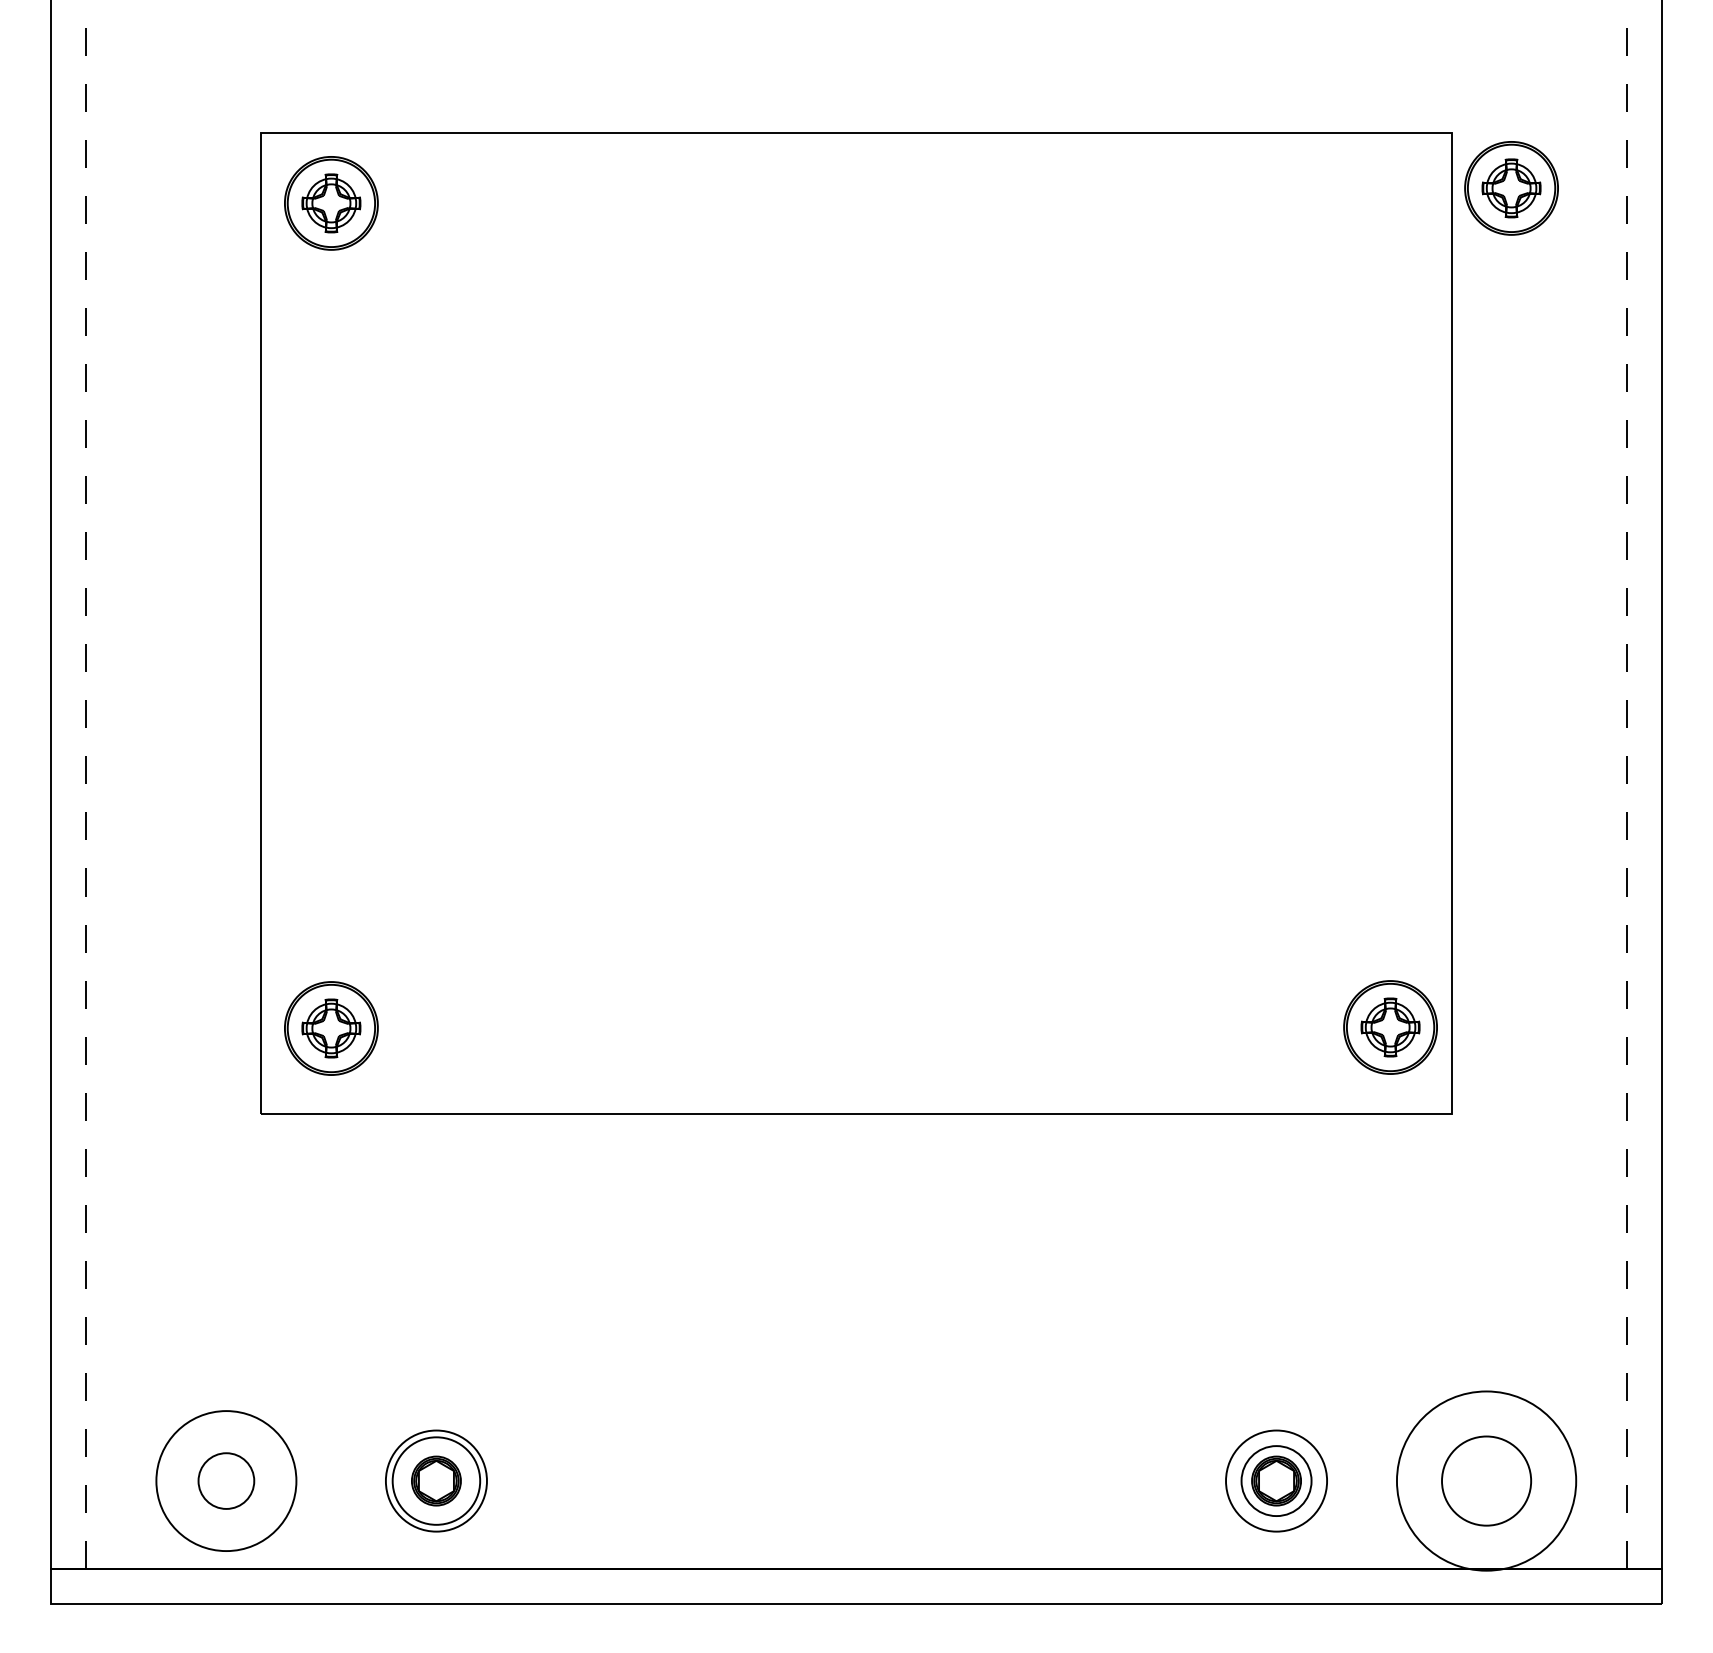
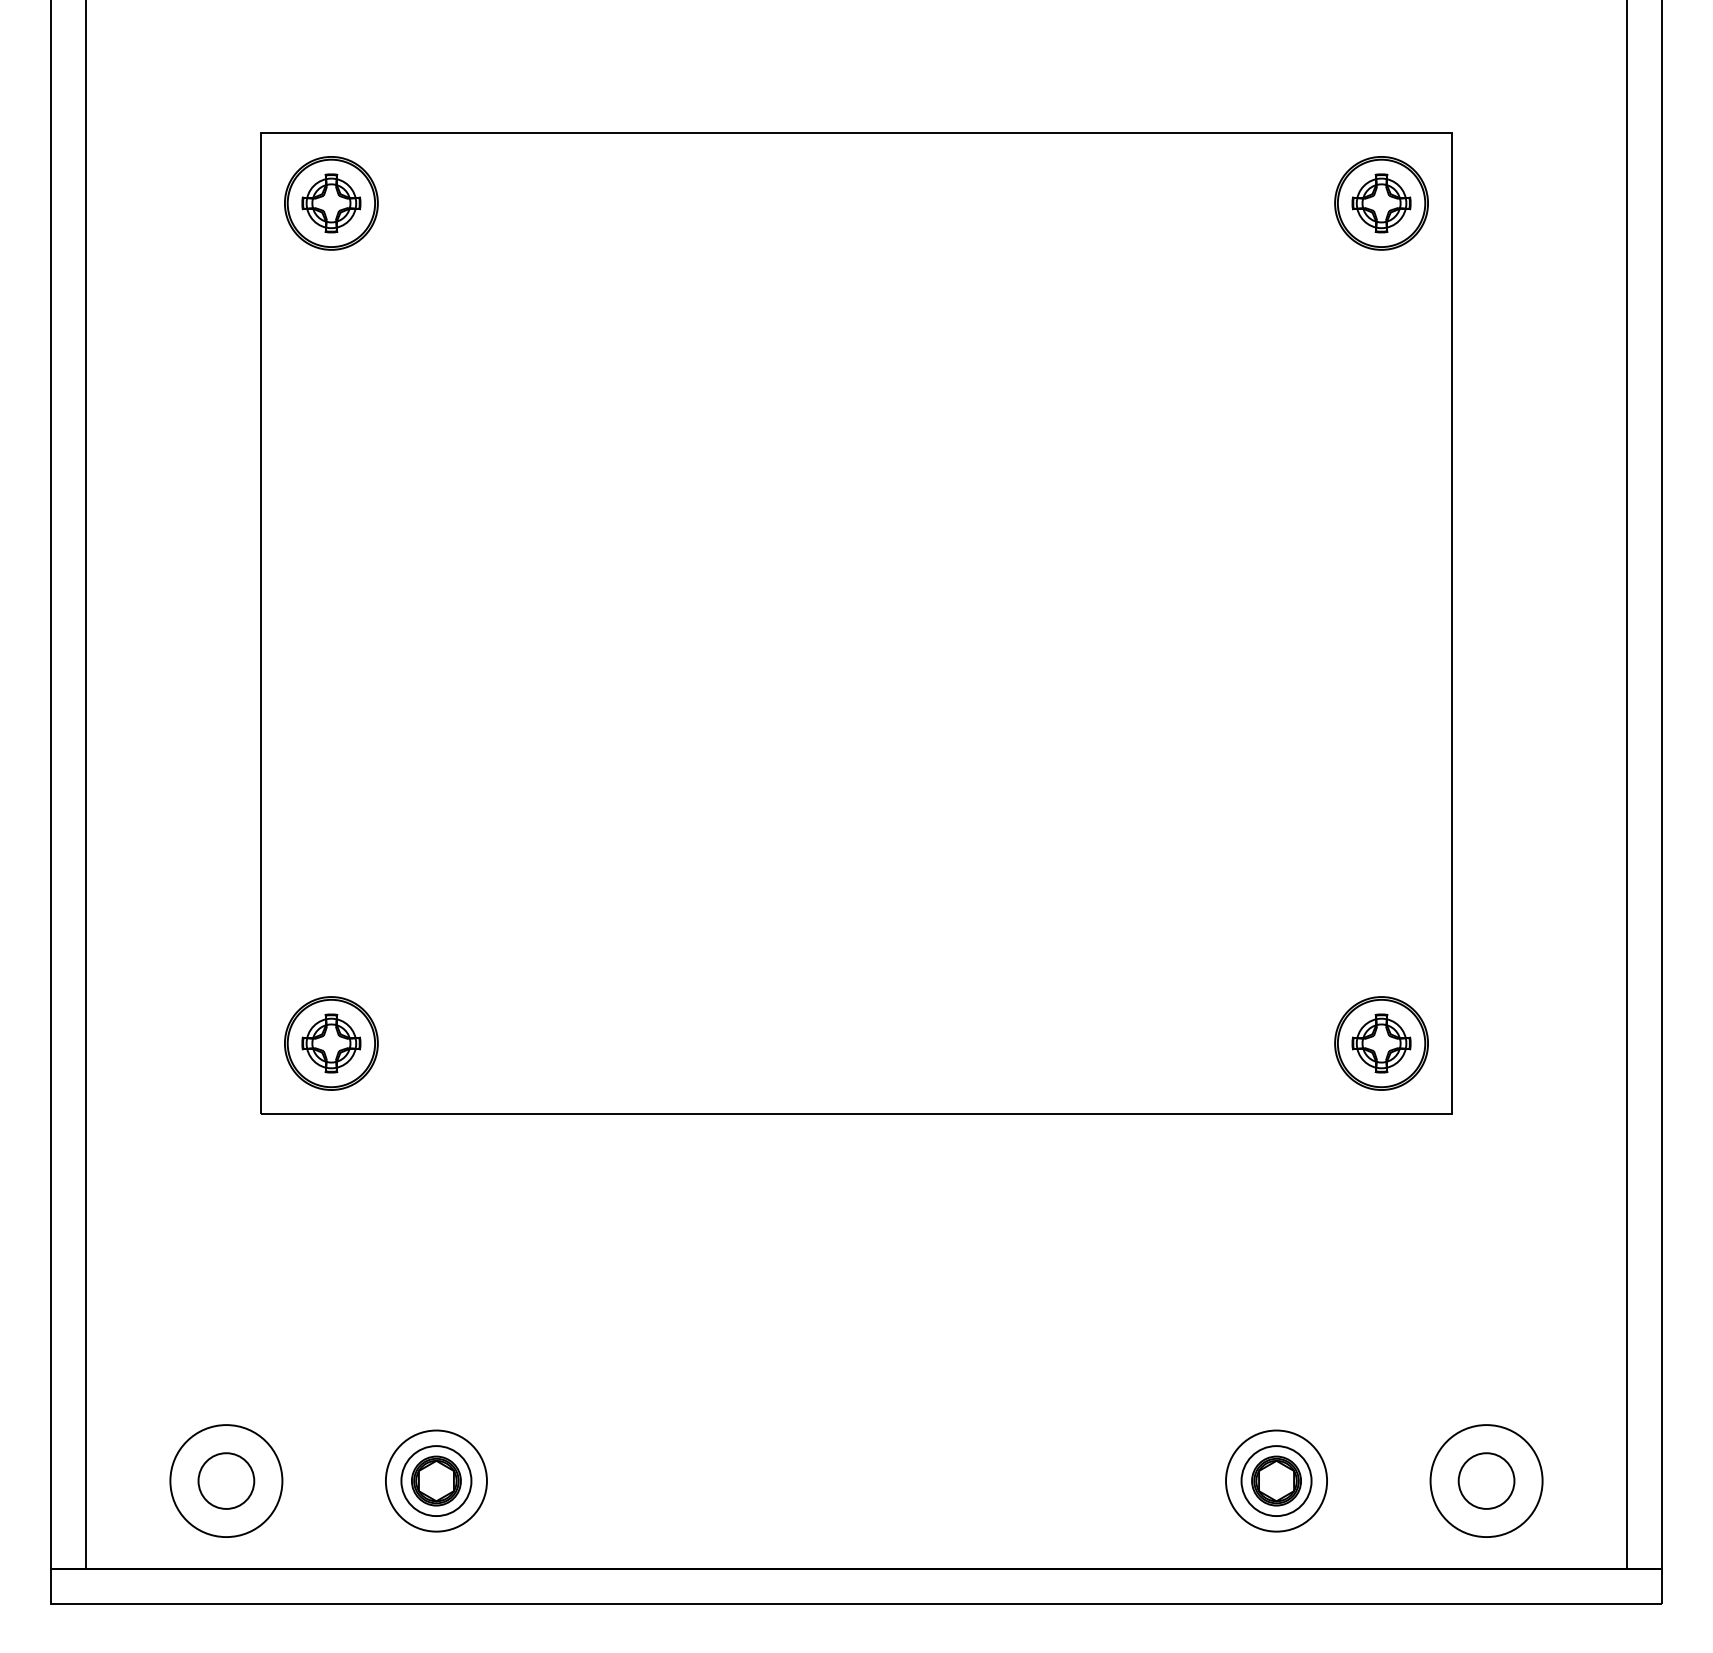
part at (1511, 188) position: (1511, 188) -> (1381, 203)
line at (86, 783): dashed -> solid
line at (1626, 783): dashed -> solid
part at (1390, 1027) position: (1390, 1027) -> (1381, 1043)
part at (331, 1028) position: (331, 1028) -> (331, 1043)
circle at (436, 1480) diameter: 88 px -> 70 px
circle at (1486, 1480) diameter: 179 px -> 112 px
circle at (1486, 1480) diameter: 89 px -> 56 px
circle at (226, 1481) diameter: 140 px -> 112 px
